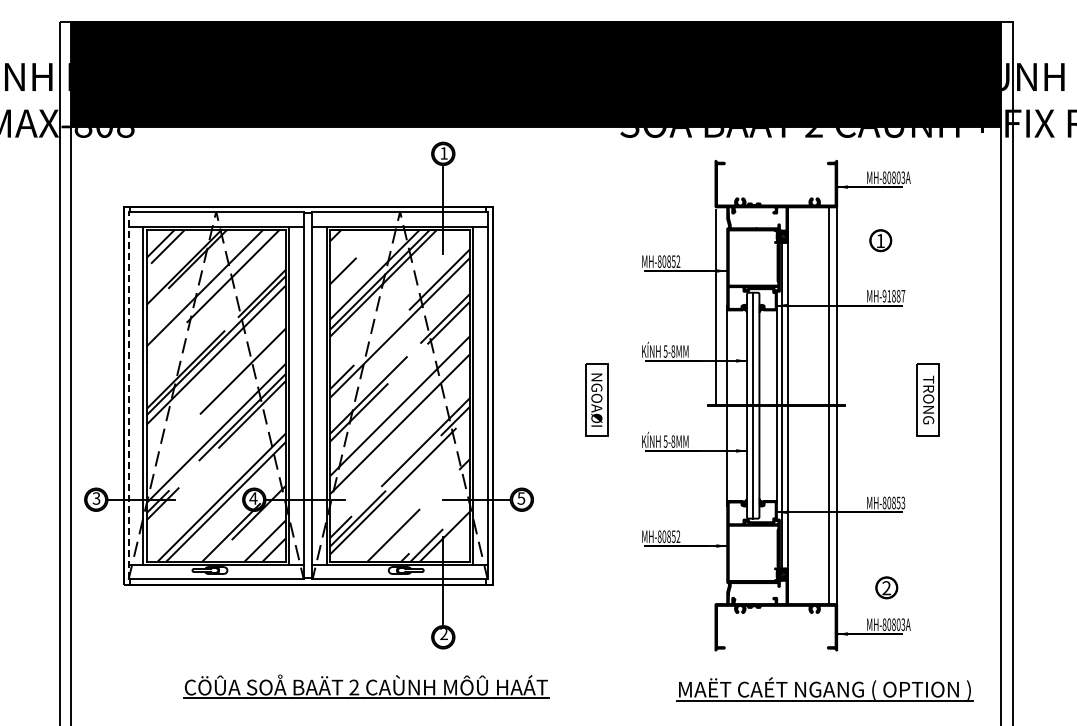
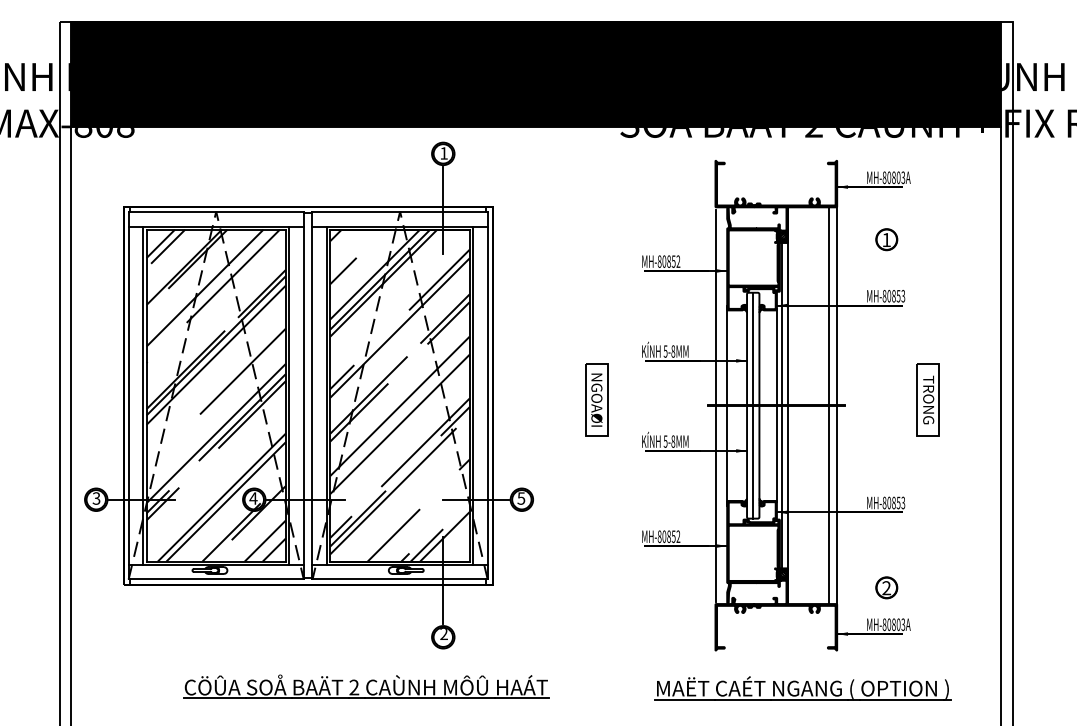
part at (880, 240) position: (880, 240) -> (886, 239)
text at (893, 295): MH-91887 -> MH-80853
line at (128, 395): dashed -> solid
line at (715, 503): none -> present
part at (824, 689) position: (824, 689) -> (802, 688)
